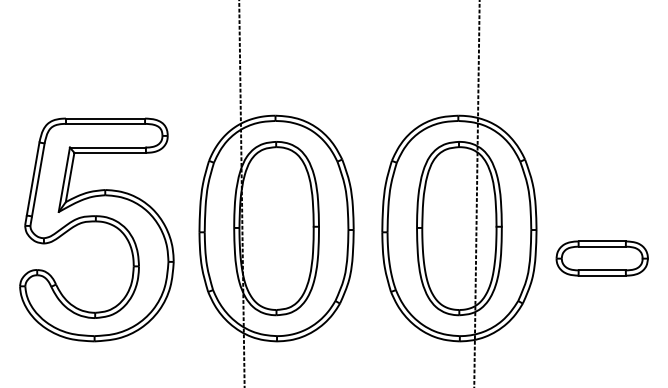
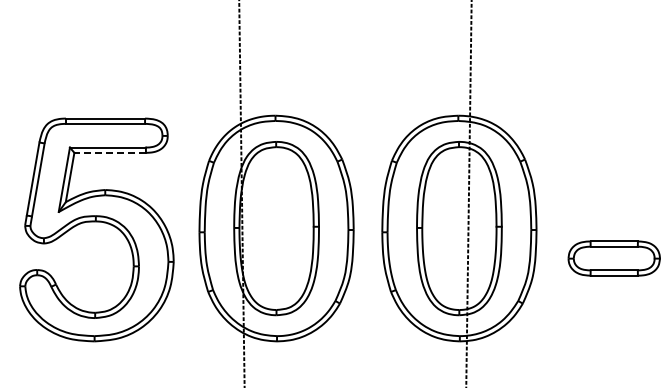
line at (110, 152): solid -> dashed
line at (476, 193) position: (476, 193) -> (468, 193)
part at (601, 258) position: (601, 258) -> (613, 258)
